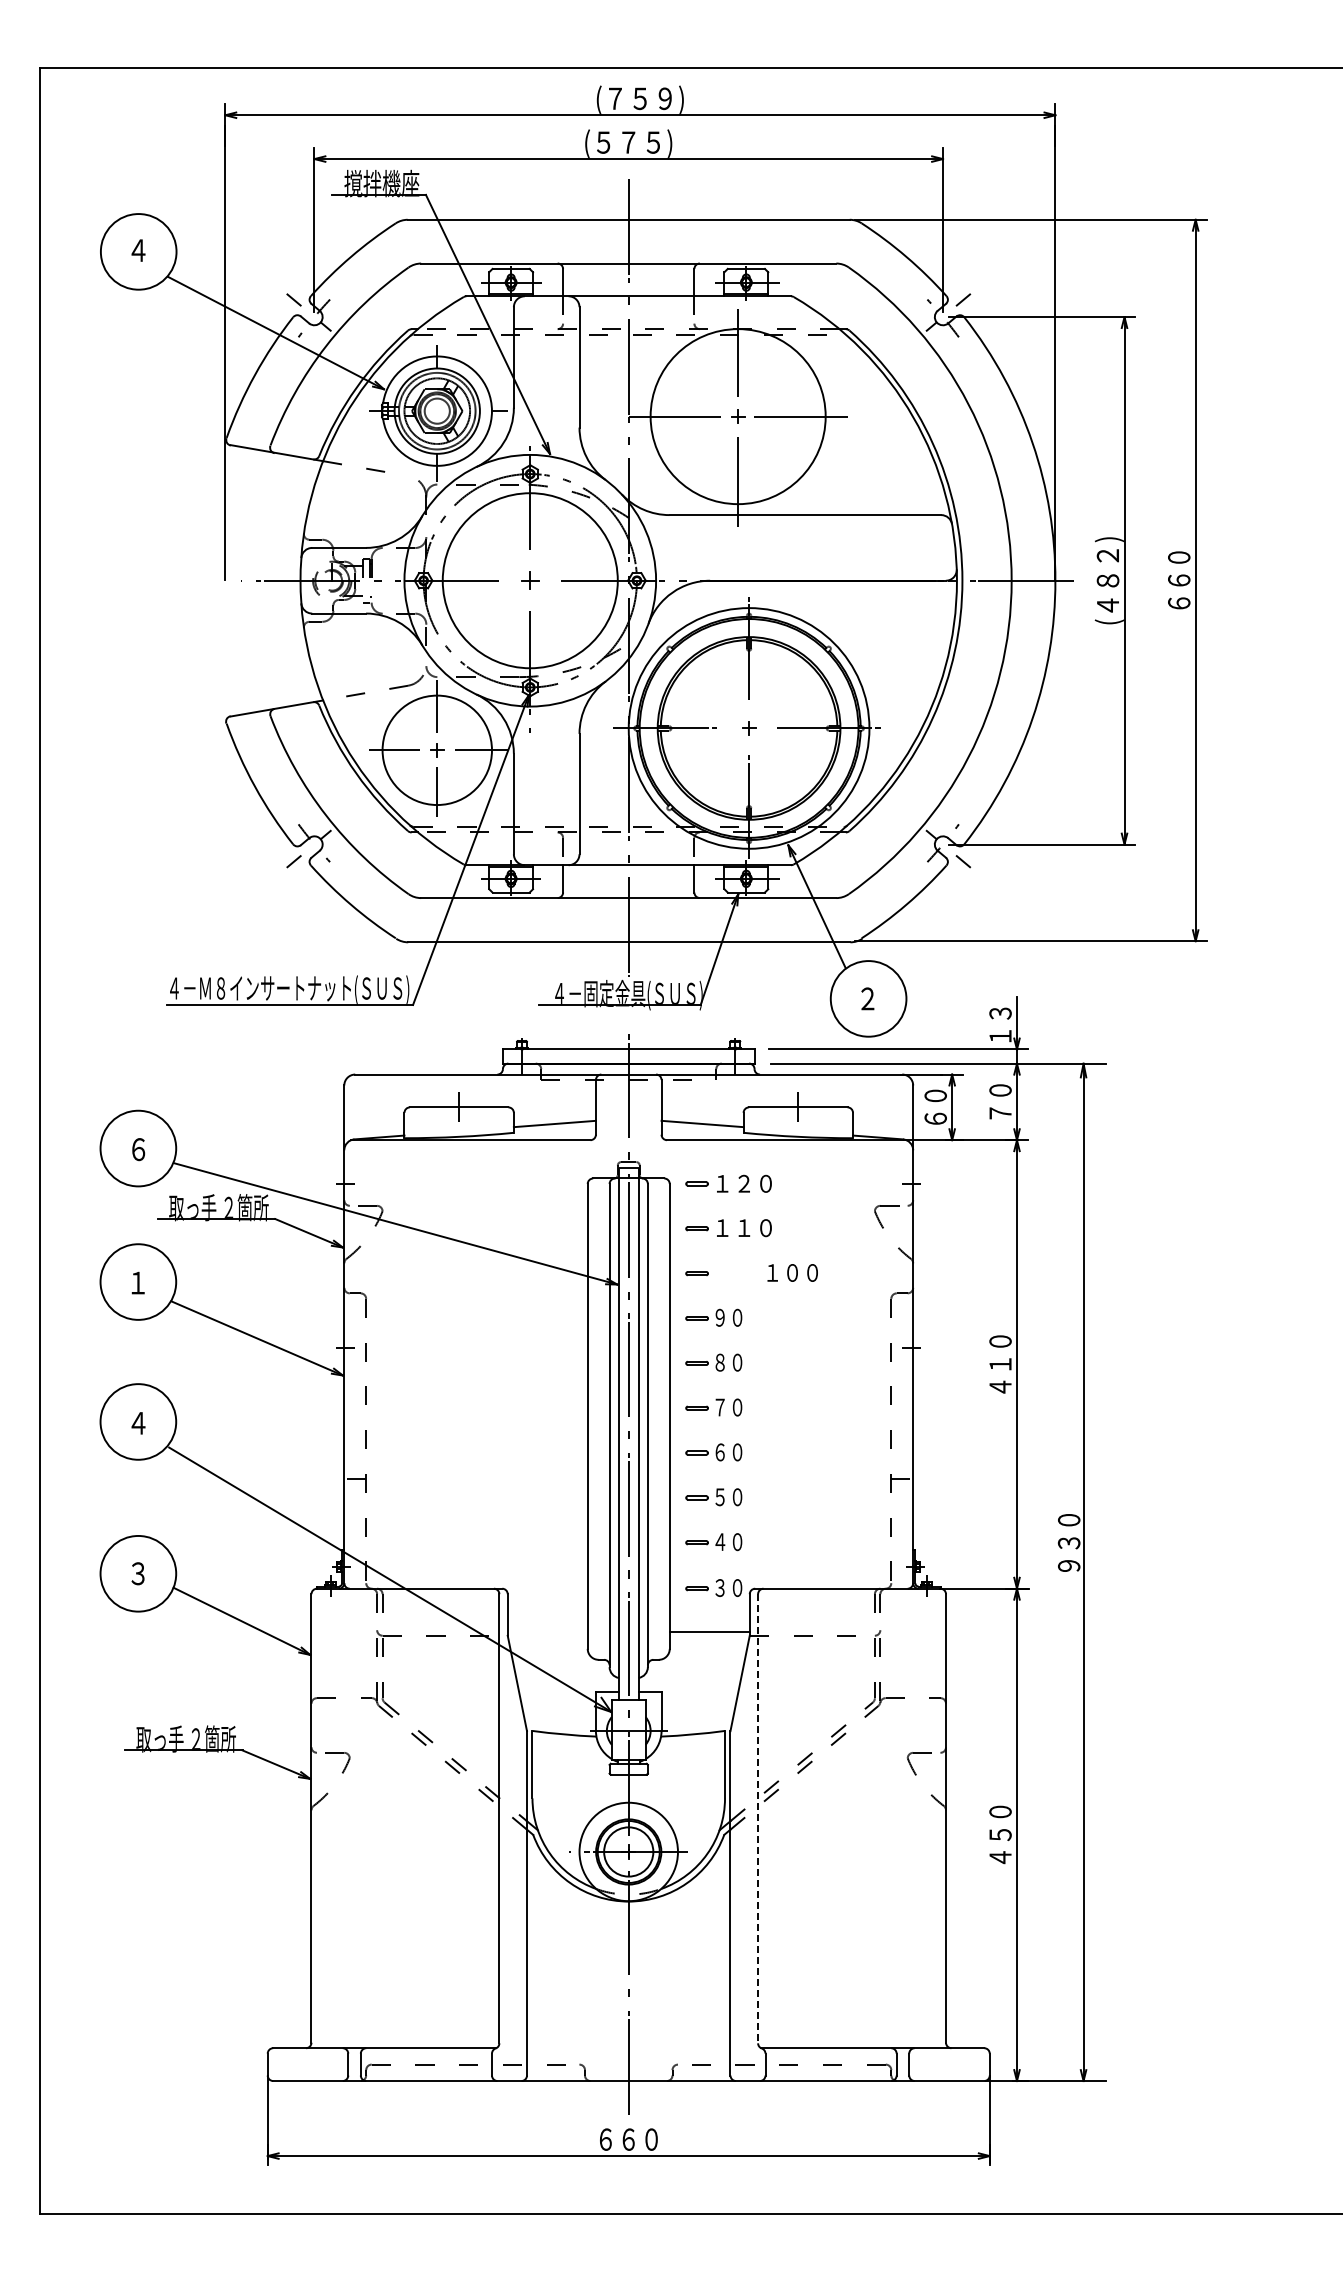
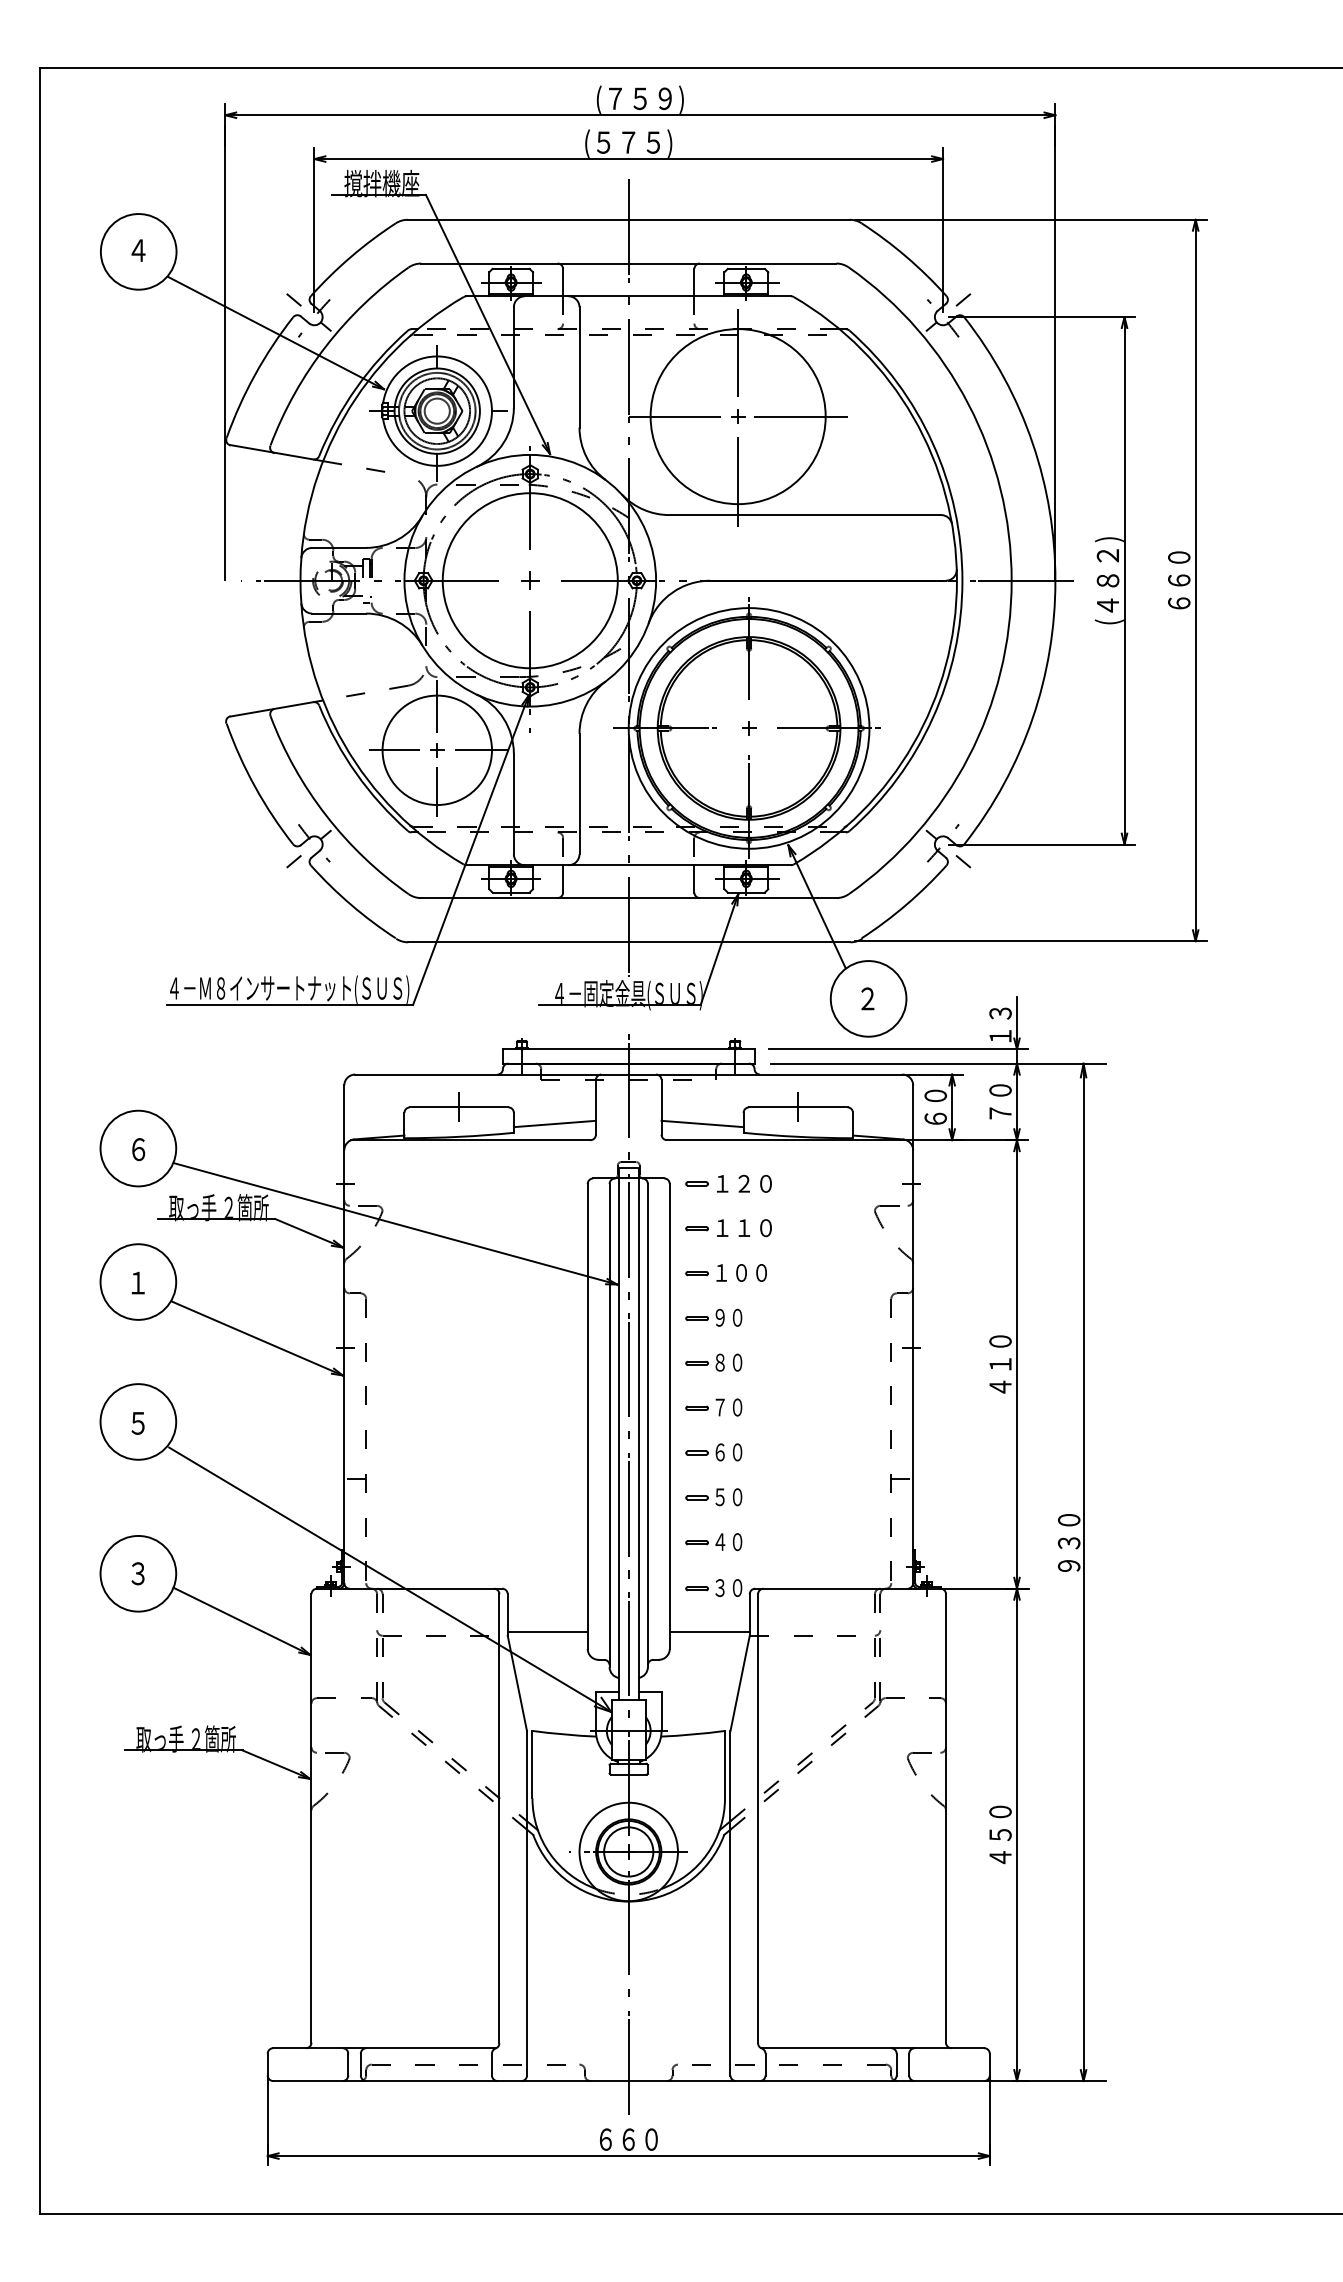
text at (792, 1272) position: (792, 1272) -> (741, 1272)
text at (138, 1423): ４ -> ５
line at (547, 1632): none -> present
line at (758, 1818): dashed -> solid
